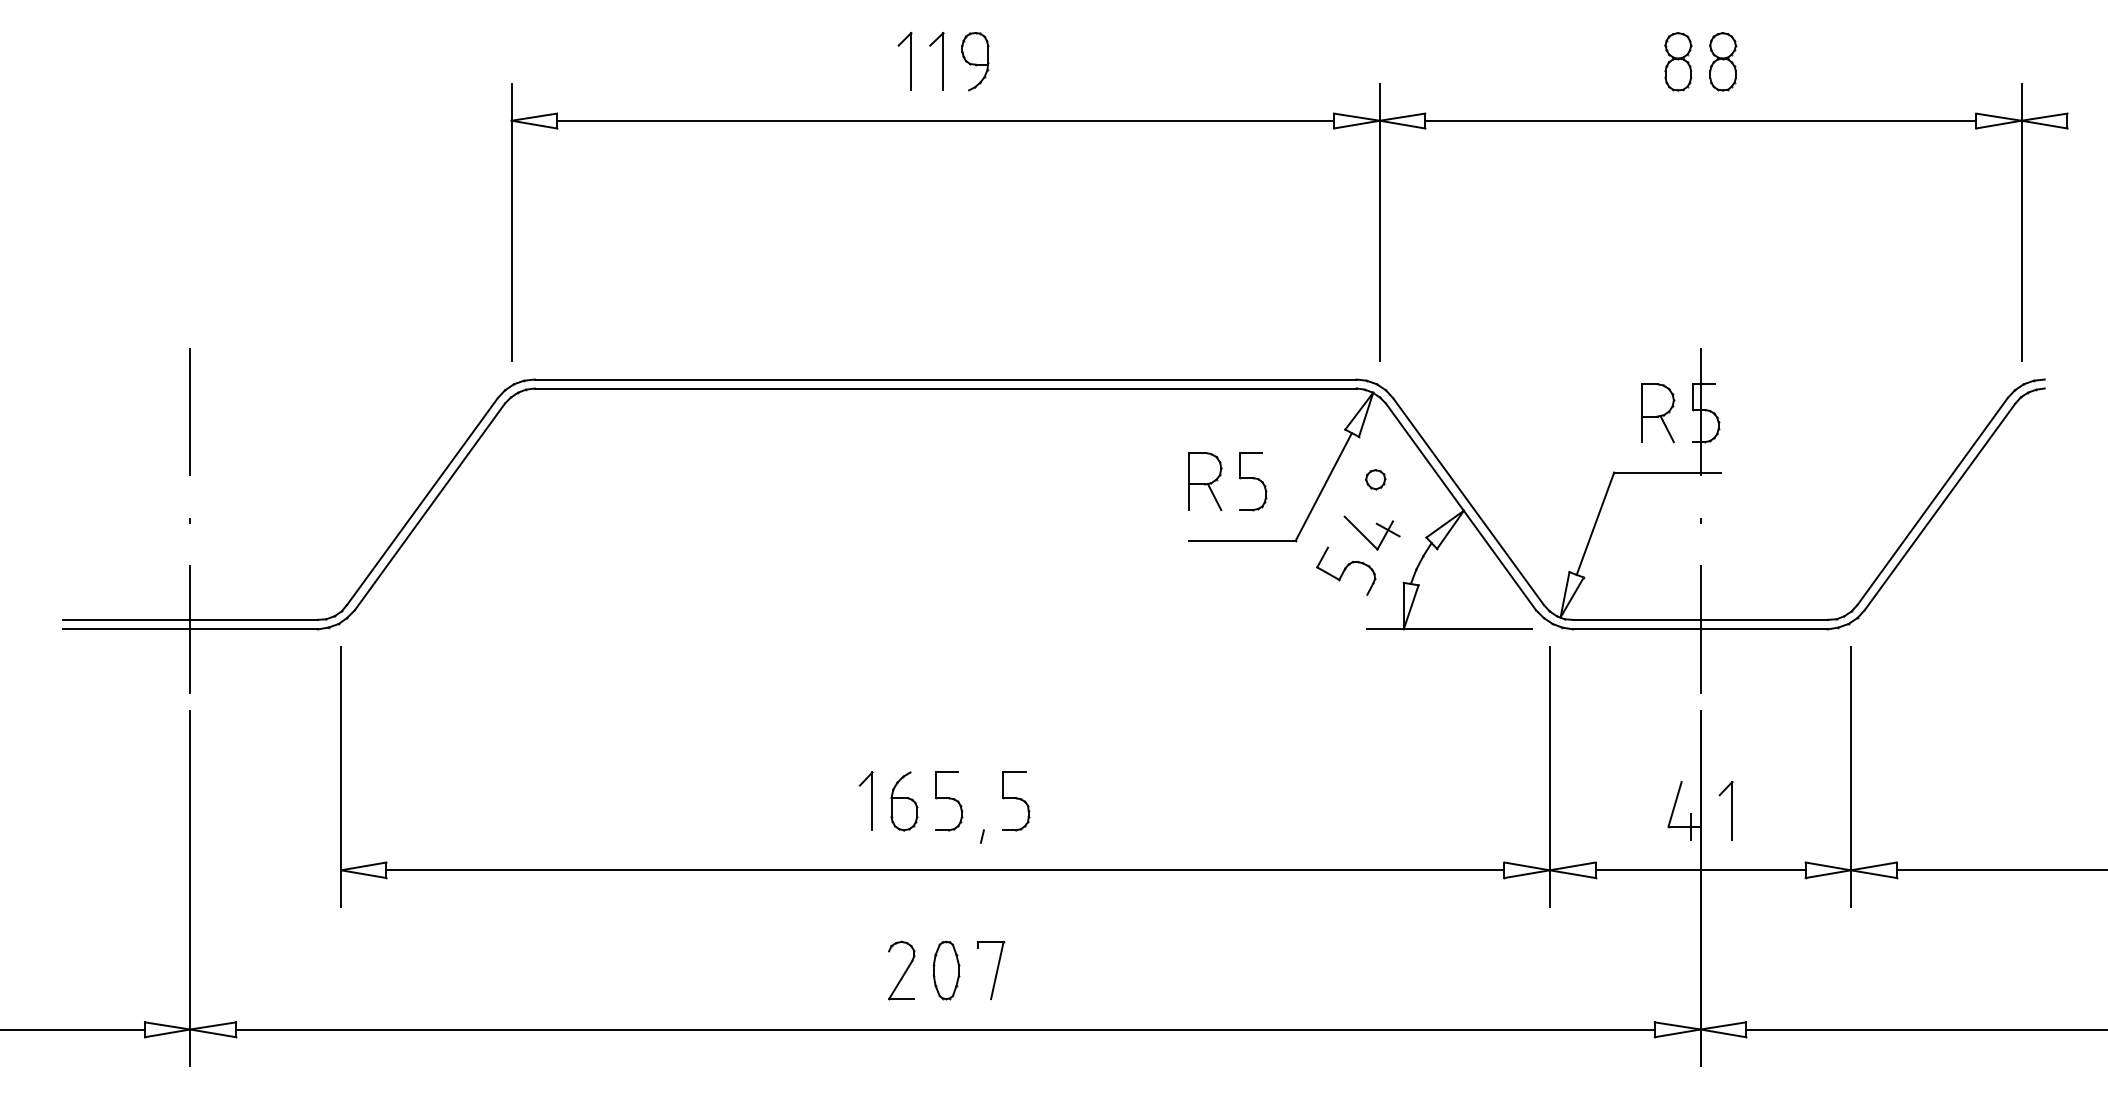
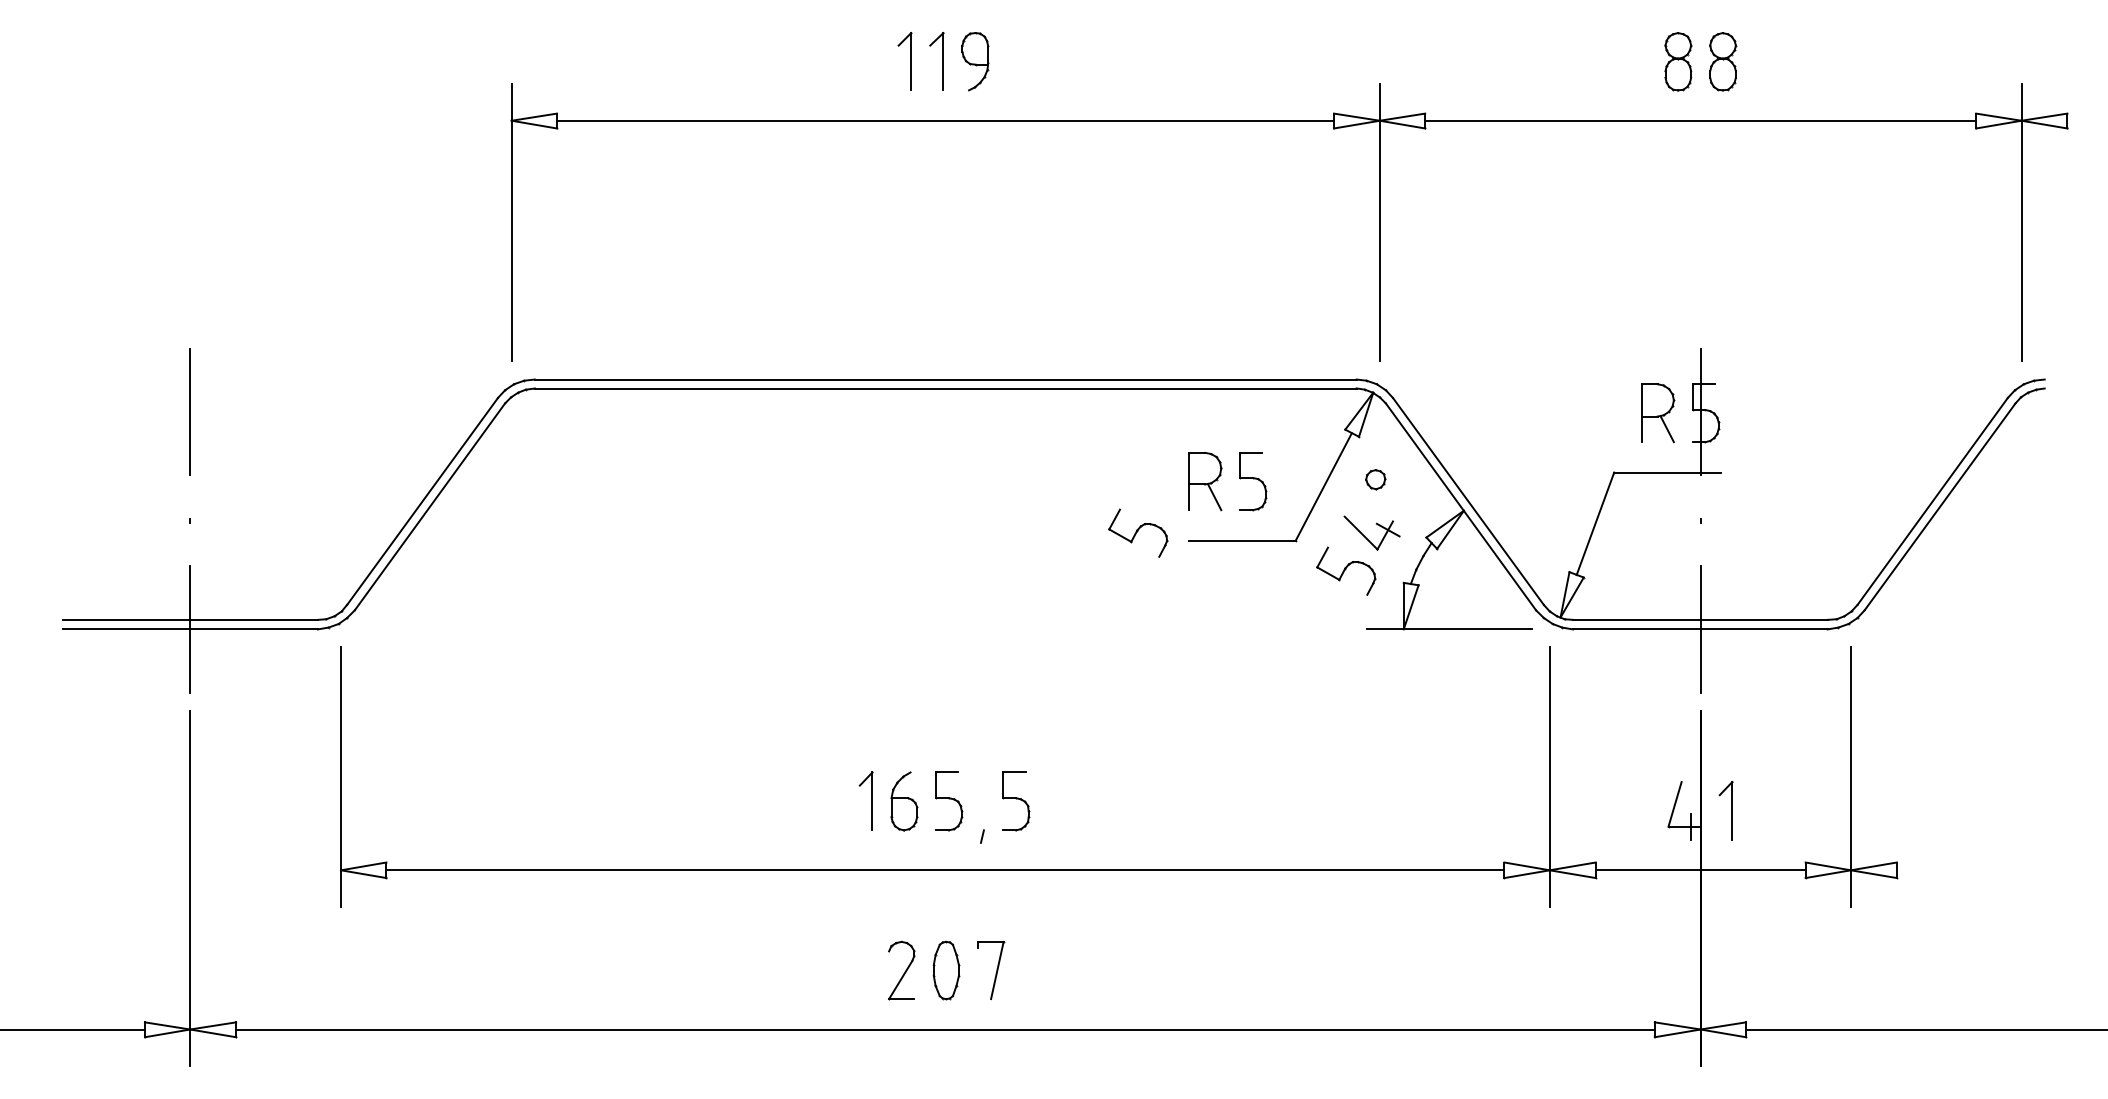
part at (1138, 532): none -> present
line at (2000, 870): present -> none
